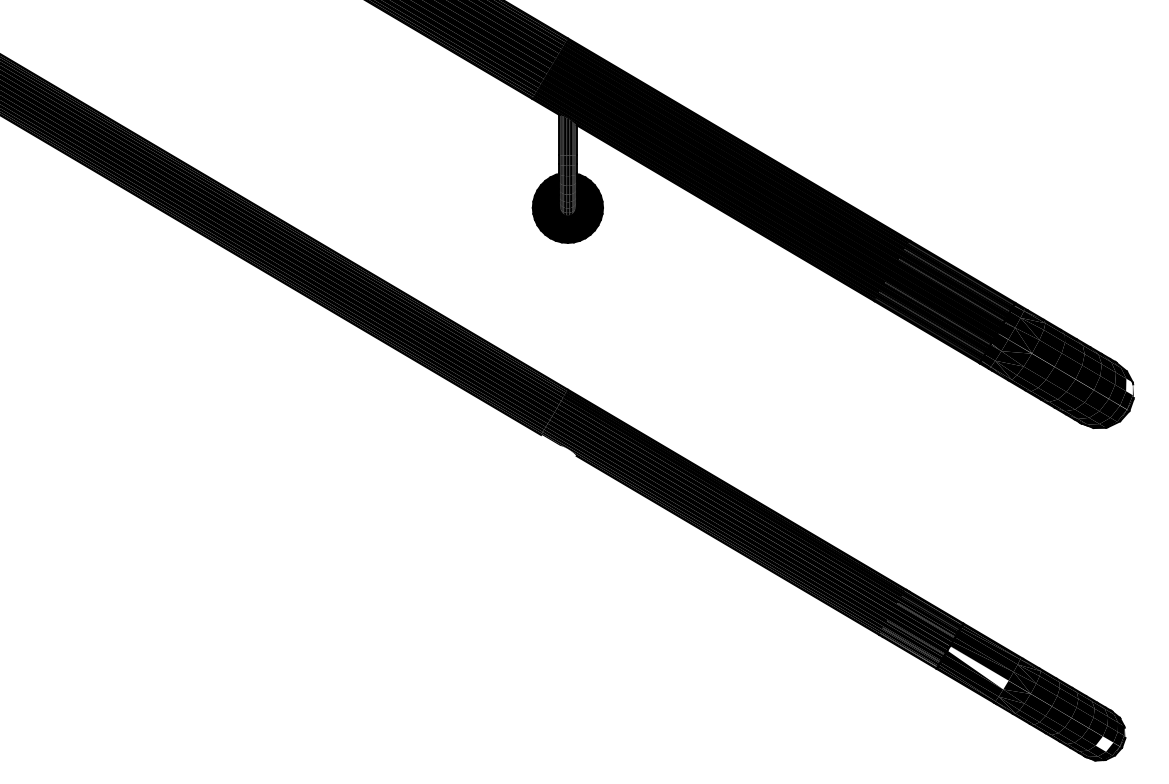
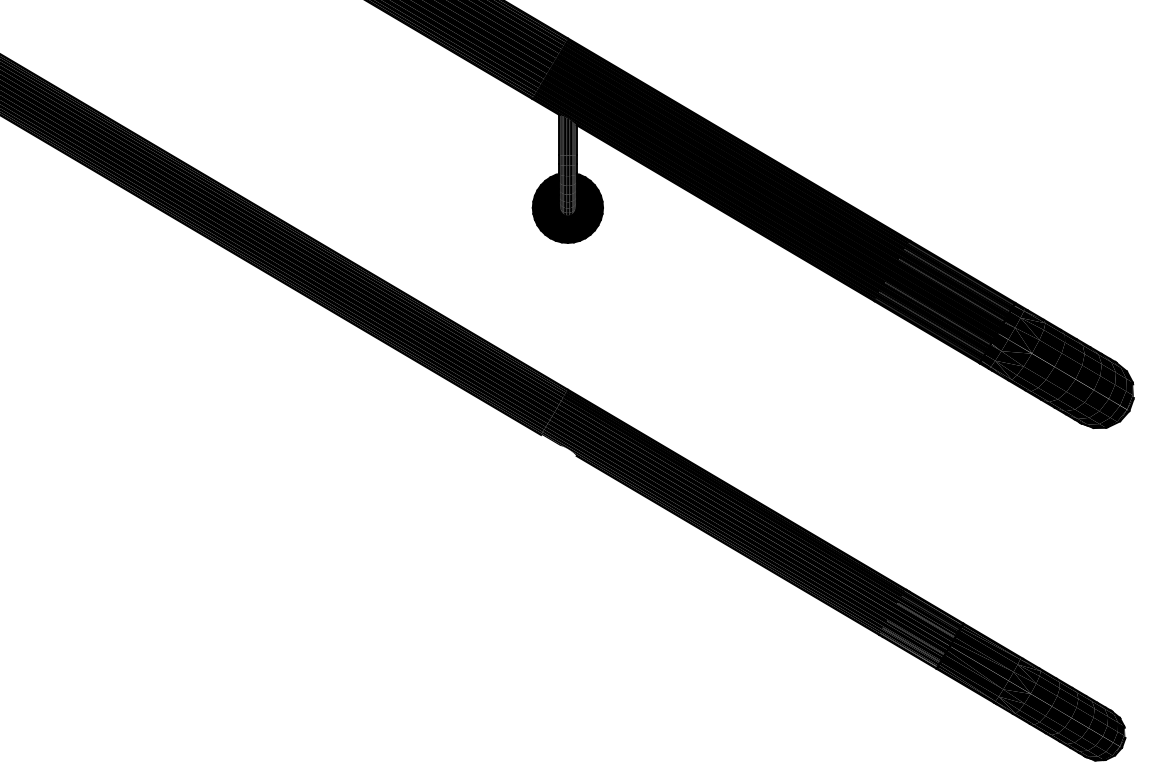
fill at (1129, 386): none -> present
fill at (977, 667): none -> present
fill at (1104, 743): none -> present
